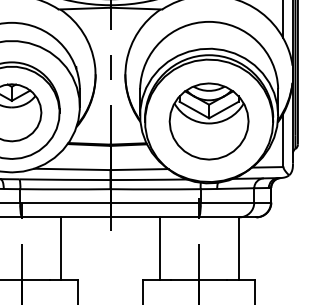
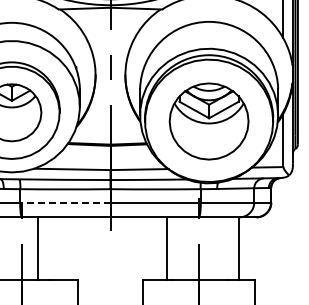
line at (64, 202): solid -> dashed
line at (61, 248) position: (61, 248) -> (38, 248)
line at (159, 248) position: (159, 248) -> (166, 248)
